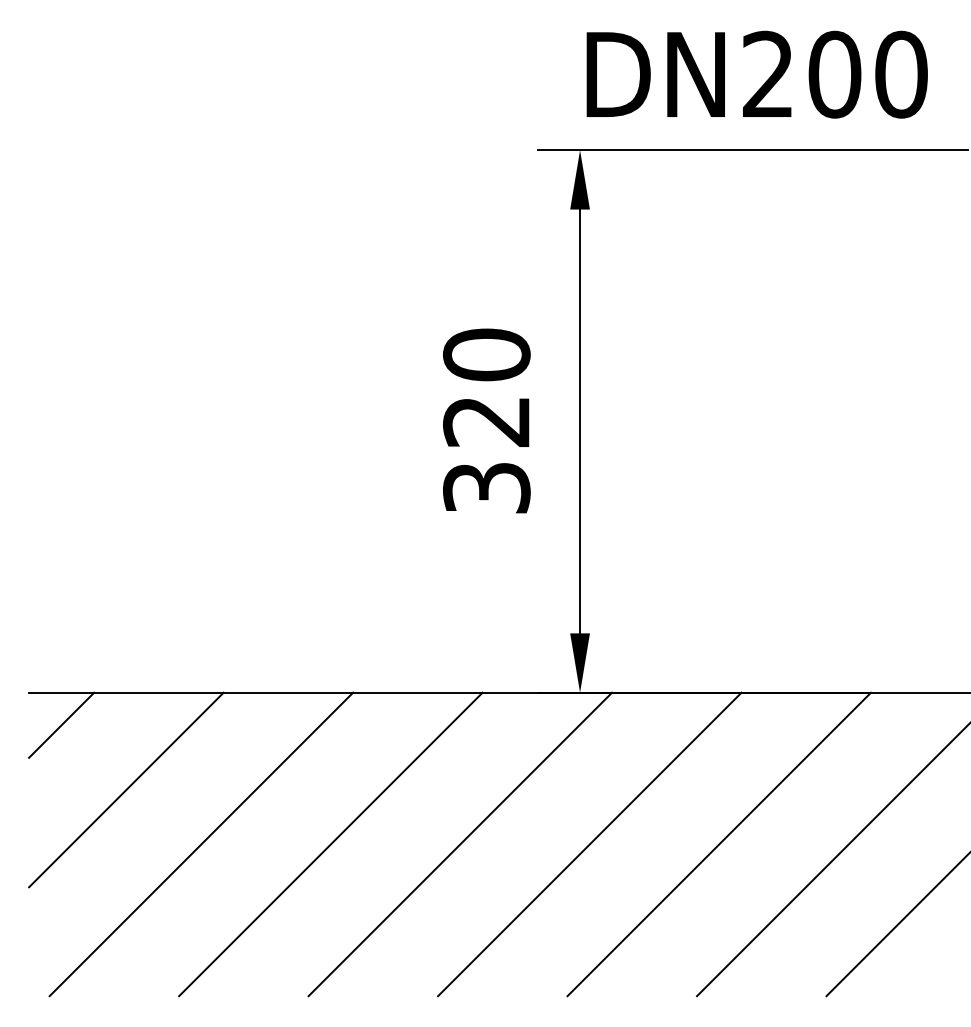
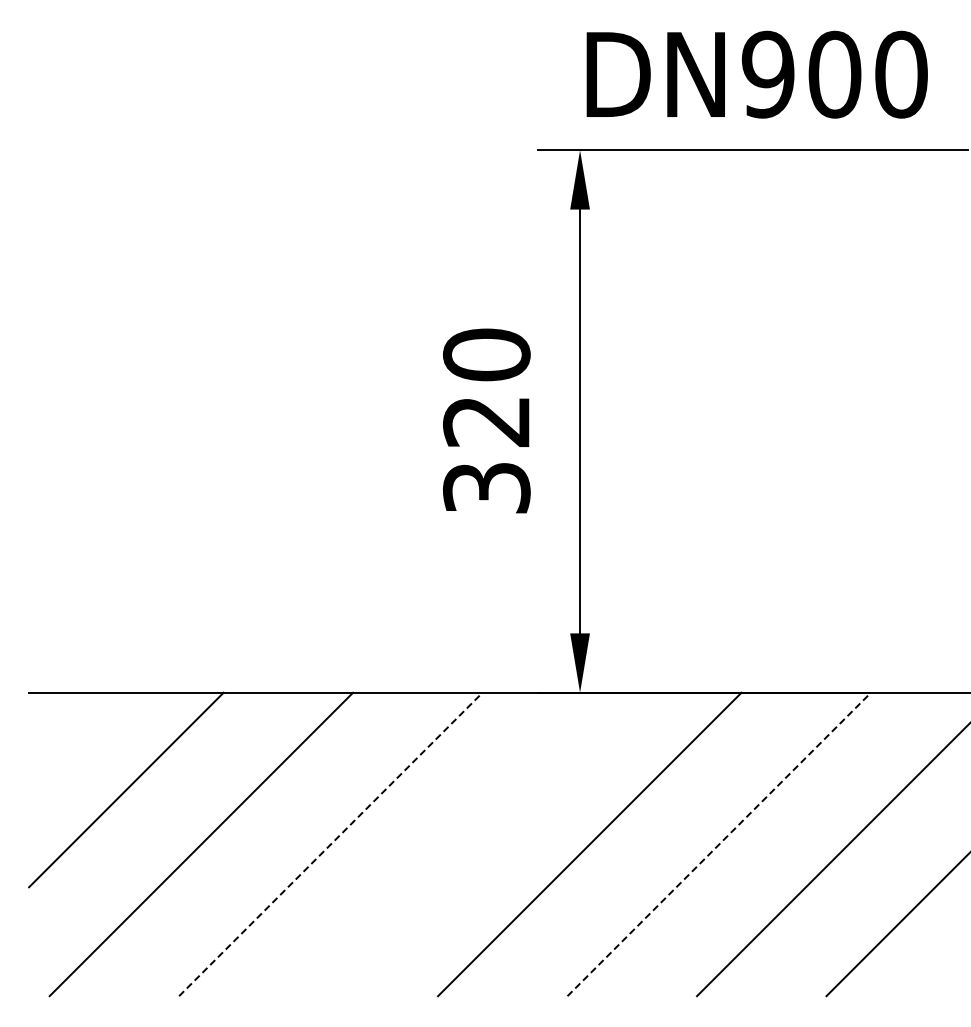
text at (767, 74): DN200 -> DN900
line at (61, 724): present -> none
line at (330, 844): solid -> dashed
line at (460, 844): present -> none
line at (719, 844): solid -> dashed
